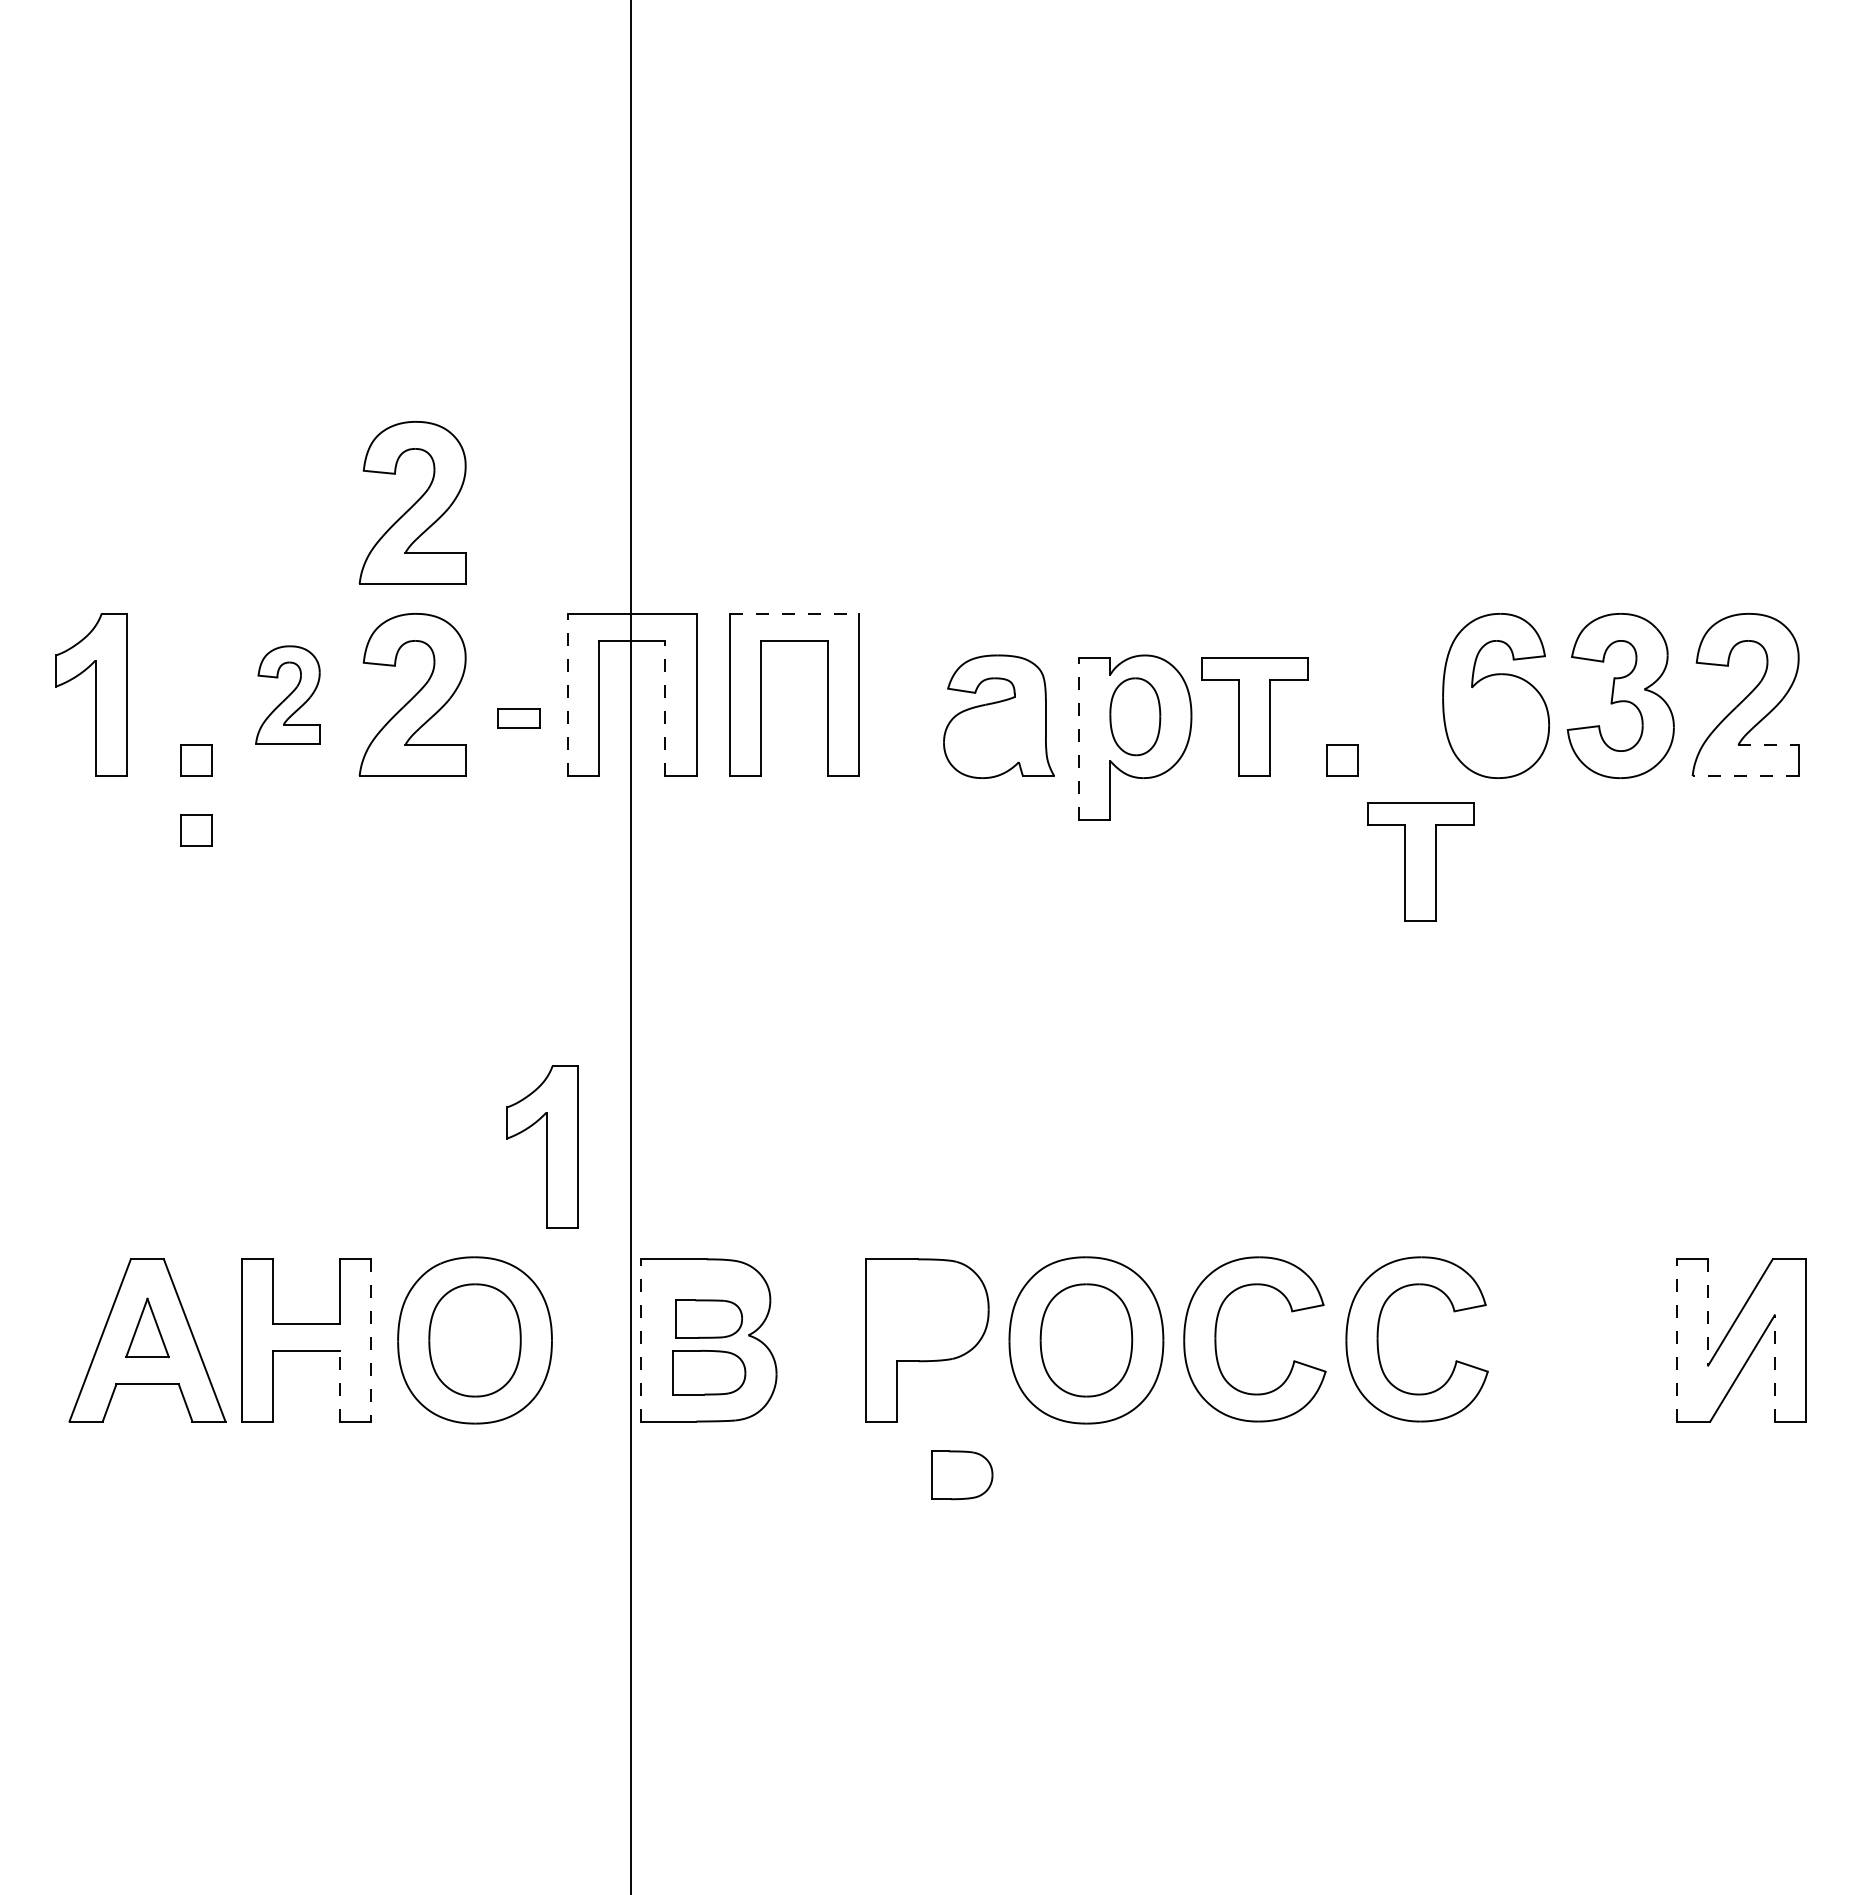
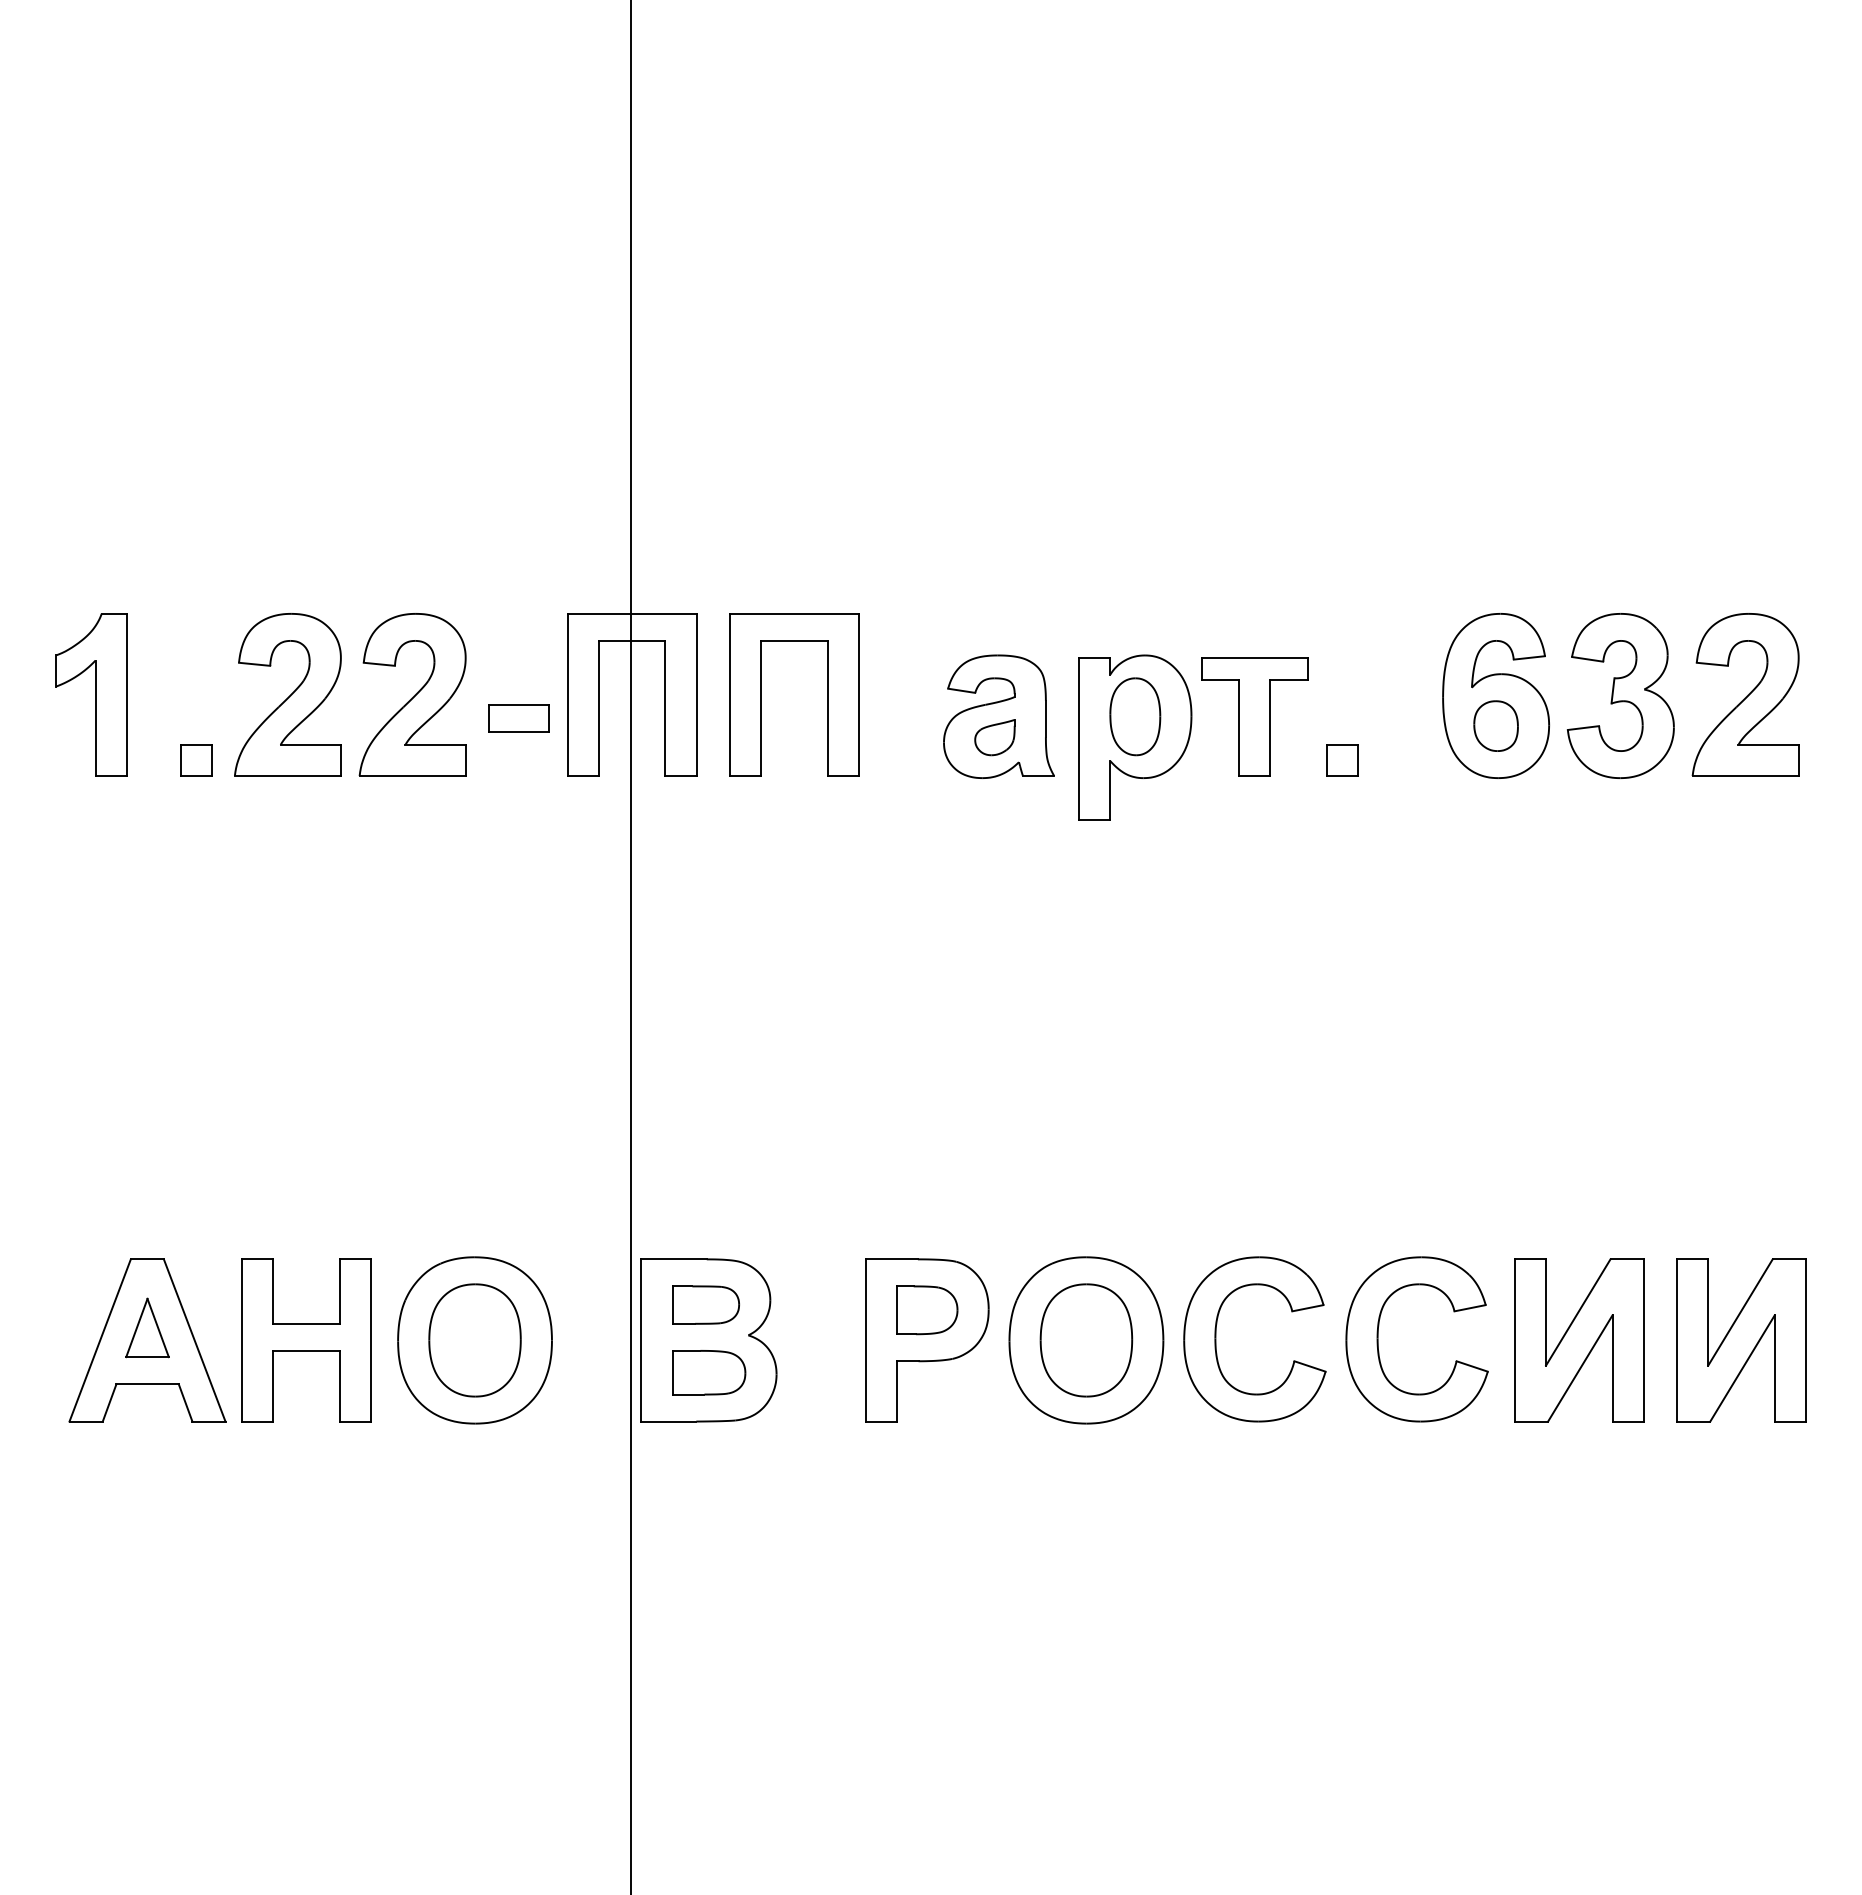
part at (412, 502): present -> none
line at (794, 613): dashed -> solid
part at (287, 694) size: 66x100 px -> 108x164 px
line at (567, 694): dashed -> solid
line at (665, 708): dashed -> solid
part at (518, 718) size: 44x21 px -> 62x29 px
part at (1495, 725): none -> present
part at (994, 737): none -> present
line at (1079, 738): dashed -> solid
line at (1769, 744): dashed -> solid
line at (1745, 776): dashed -> solid
part at (196, 830): present -> none
part at (1420, 861): present -> none
part at (542, 1146): present -> none
line at (1708, 1313): dashed -> solid
part at (708, 1318) position: (708, 1318) -> (705, 1304)
line at (641, 1339): dashed -> solid
line at (1677, 1339): dashed -> solid
line at (371, 1340): dashed -> solid
part at (1579, 1340): none -> present
line at (1774, 1367): dashed -> solid
line at (339, 1385): dashed -> solid
part at (962, 1475) position: (962, 1475) -> (927, 1310)
